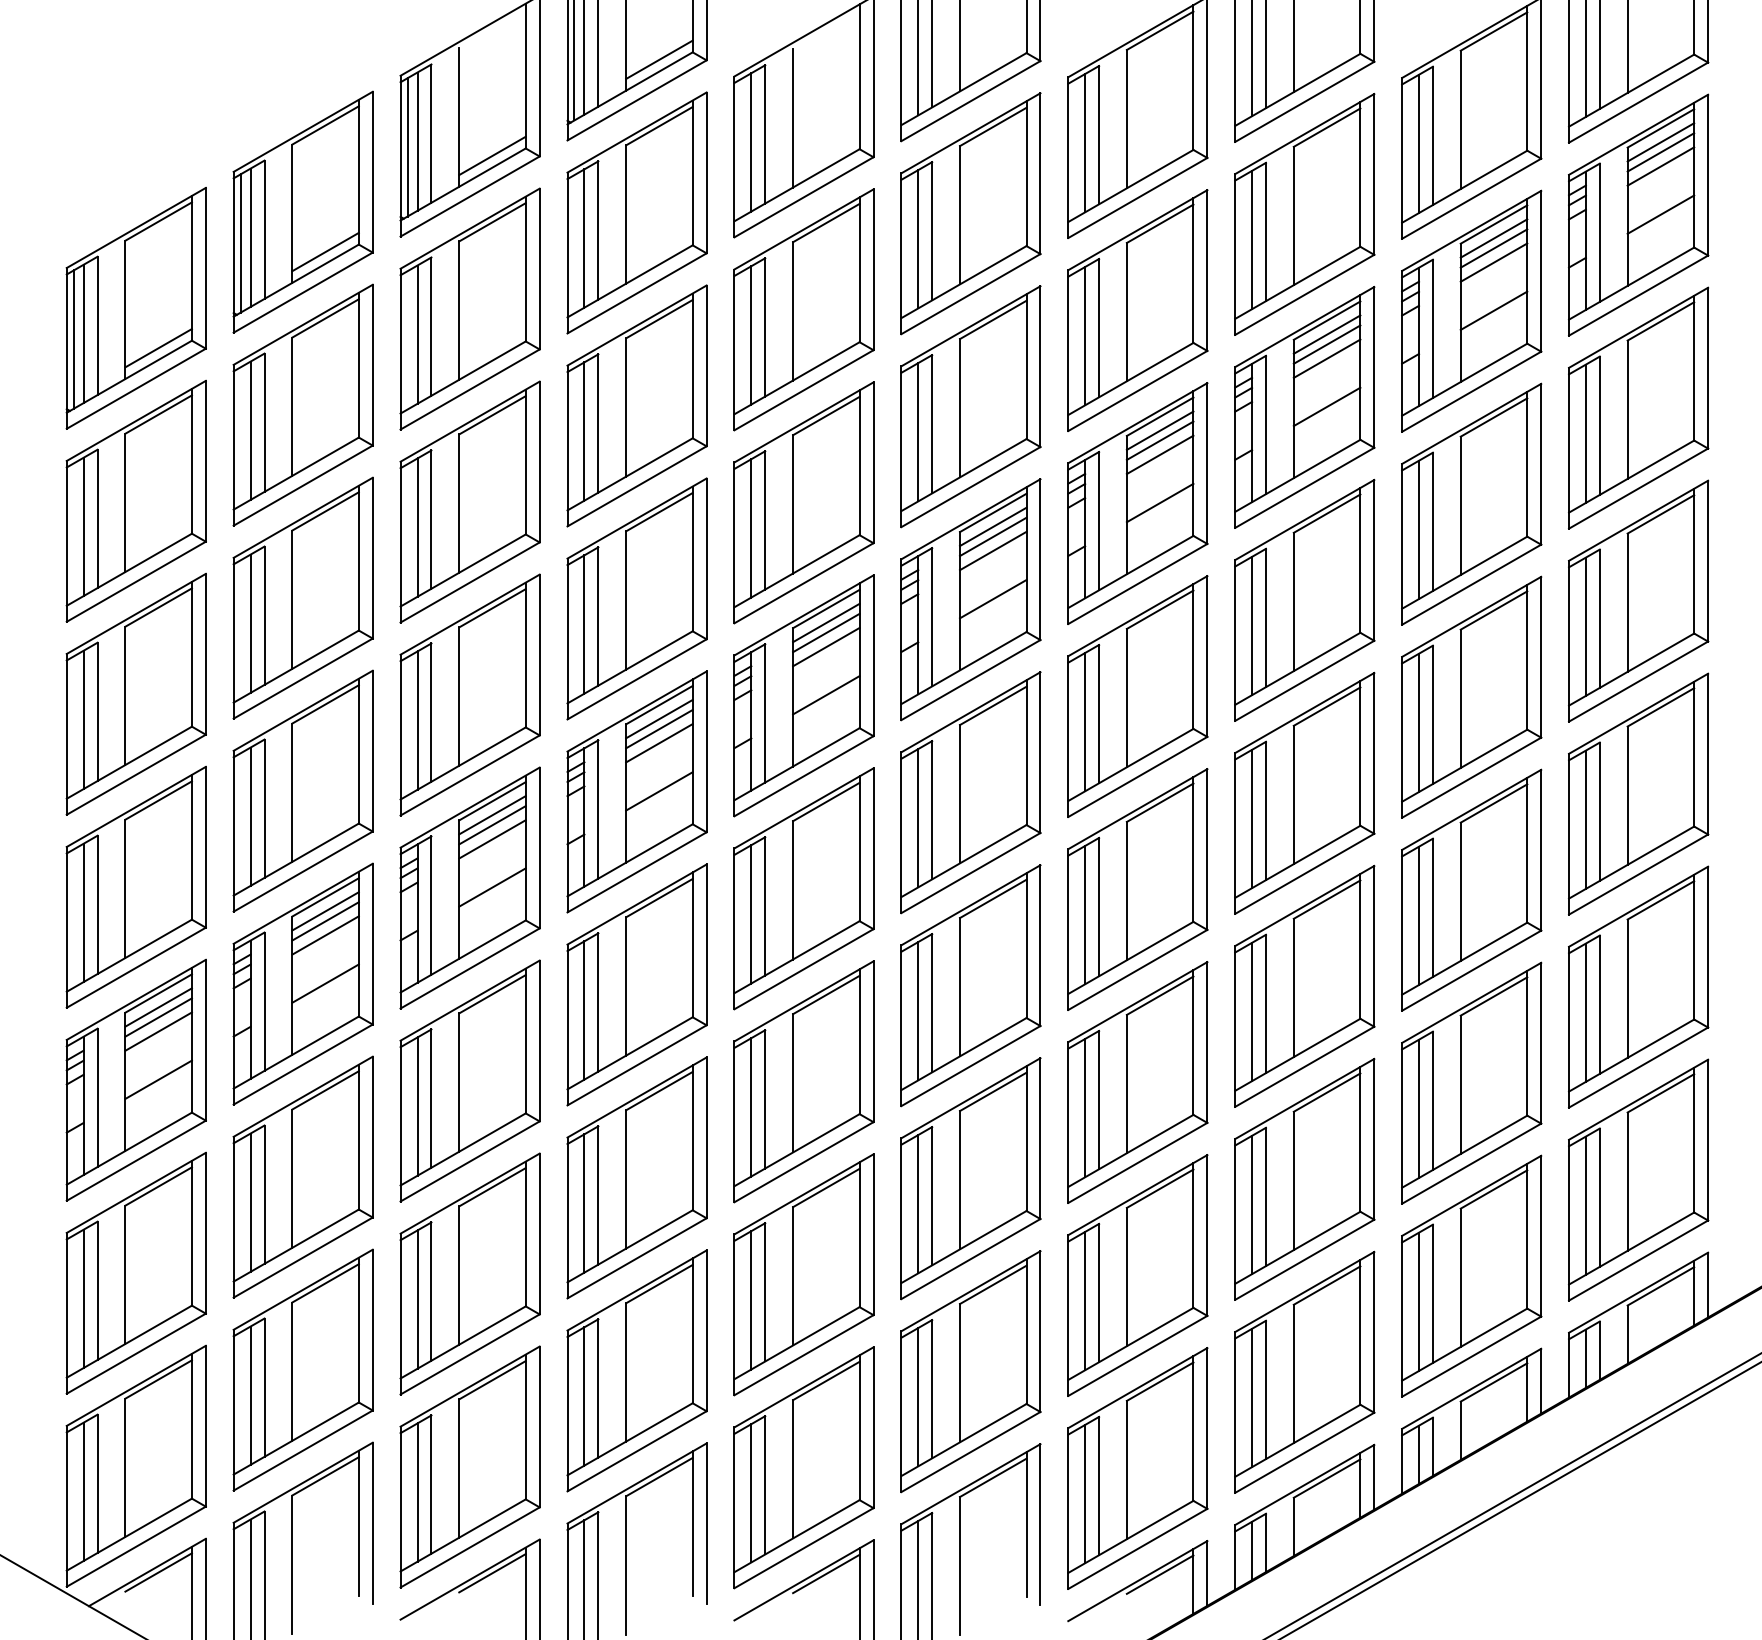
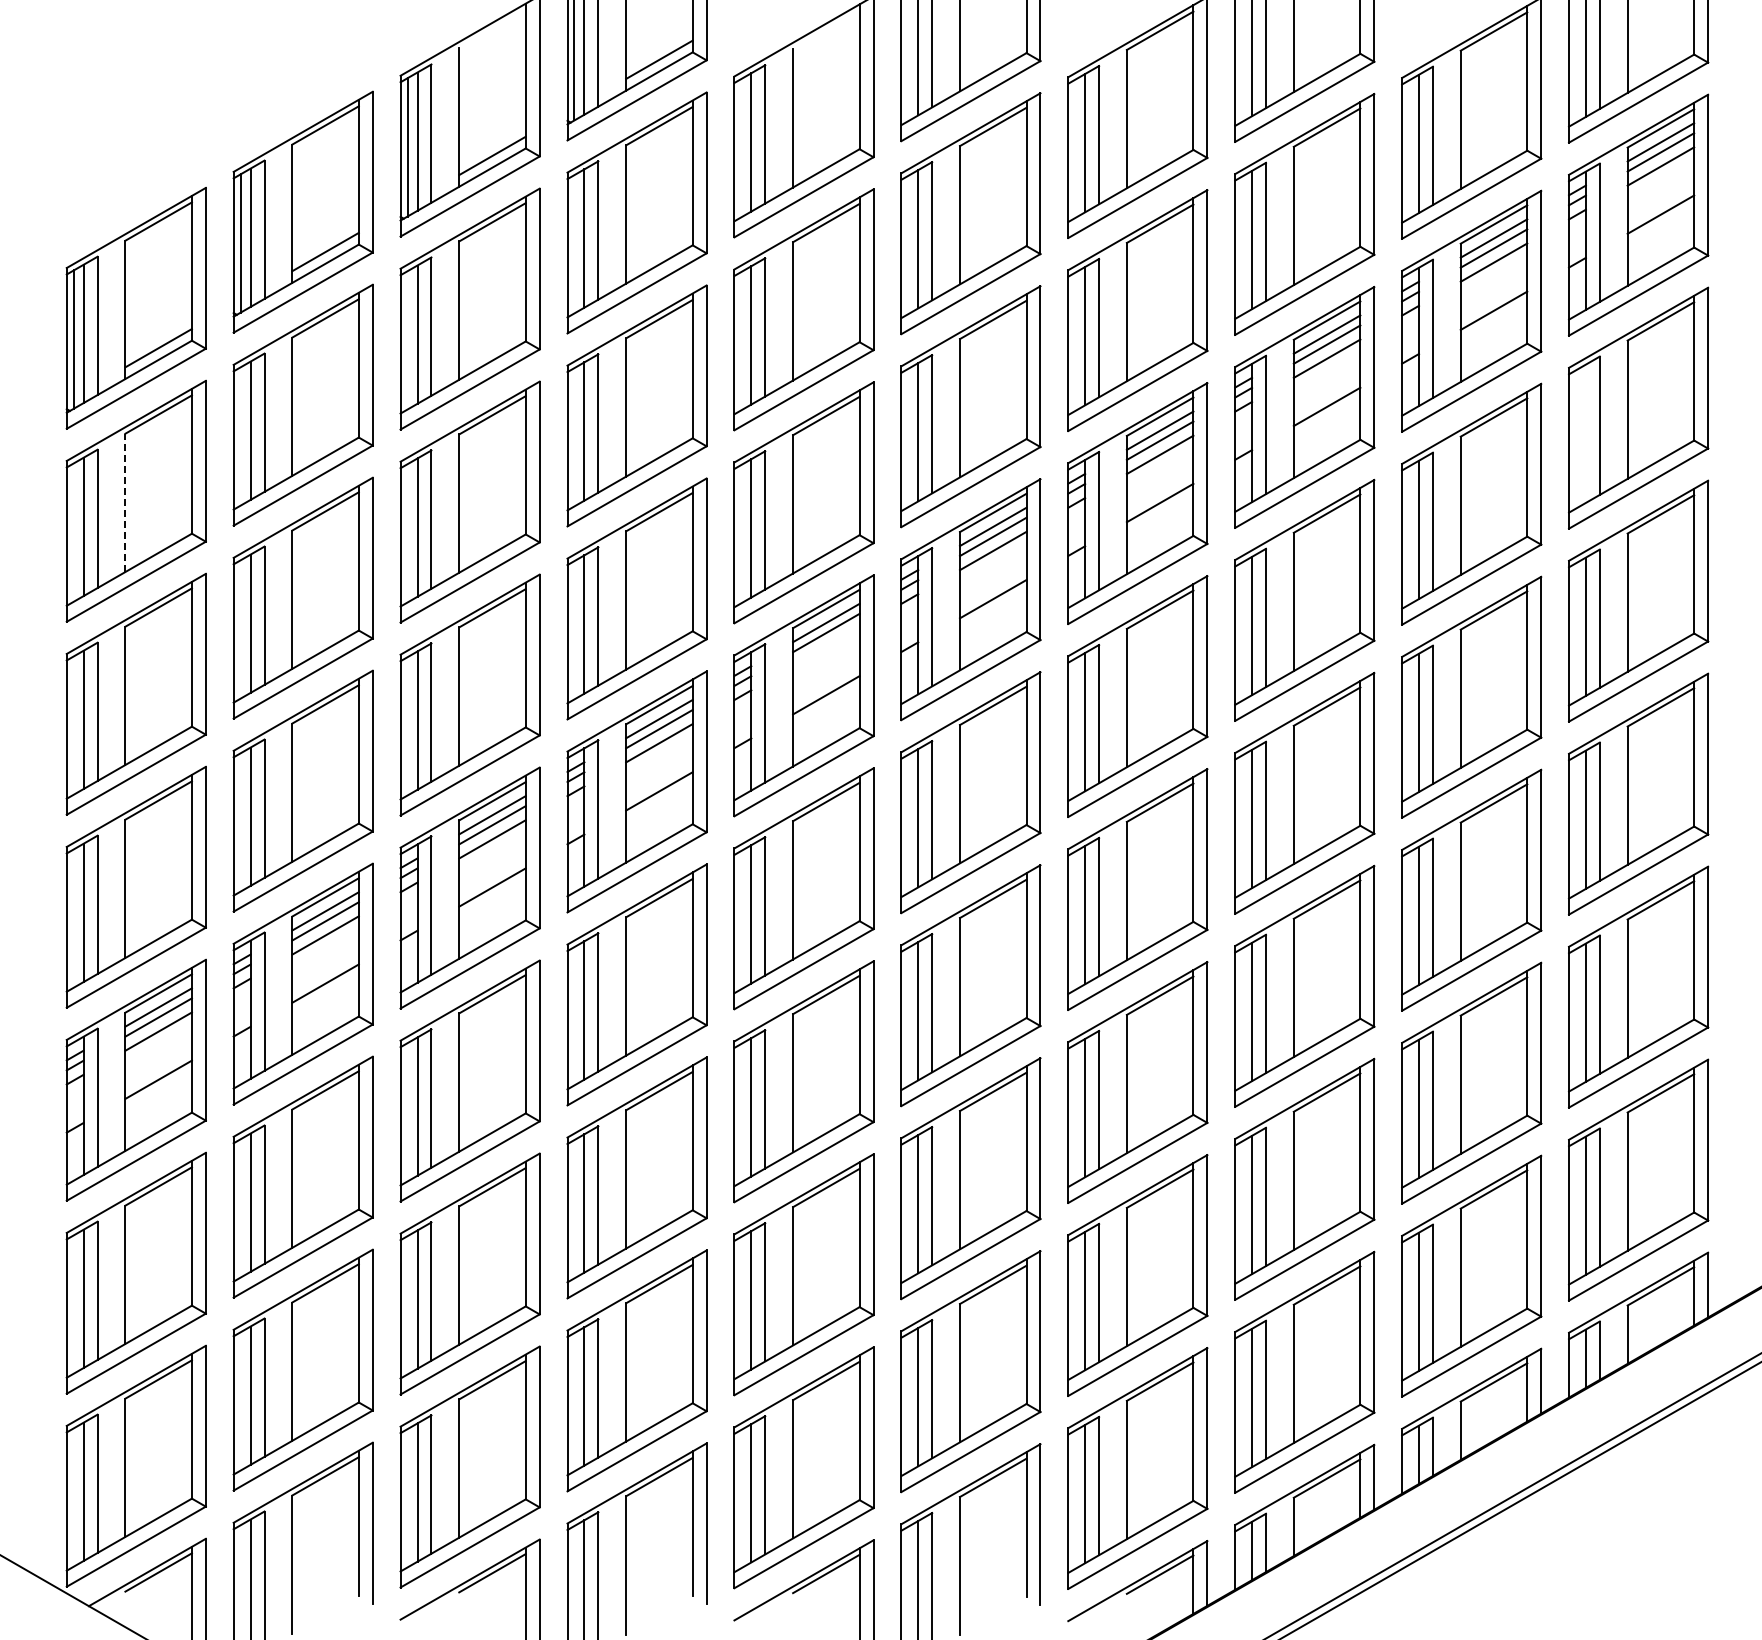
line at (1585, 433): present -> none
line at (125, 502): solid -> dashed
line at (826, 646): present -> none
